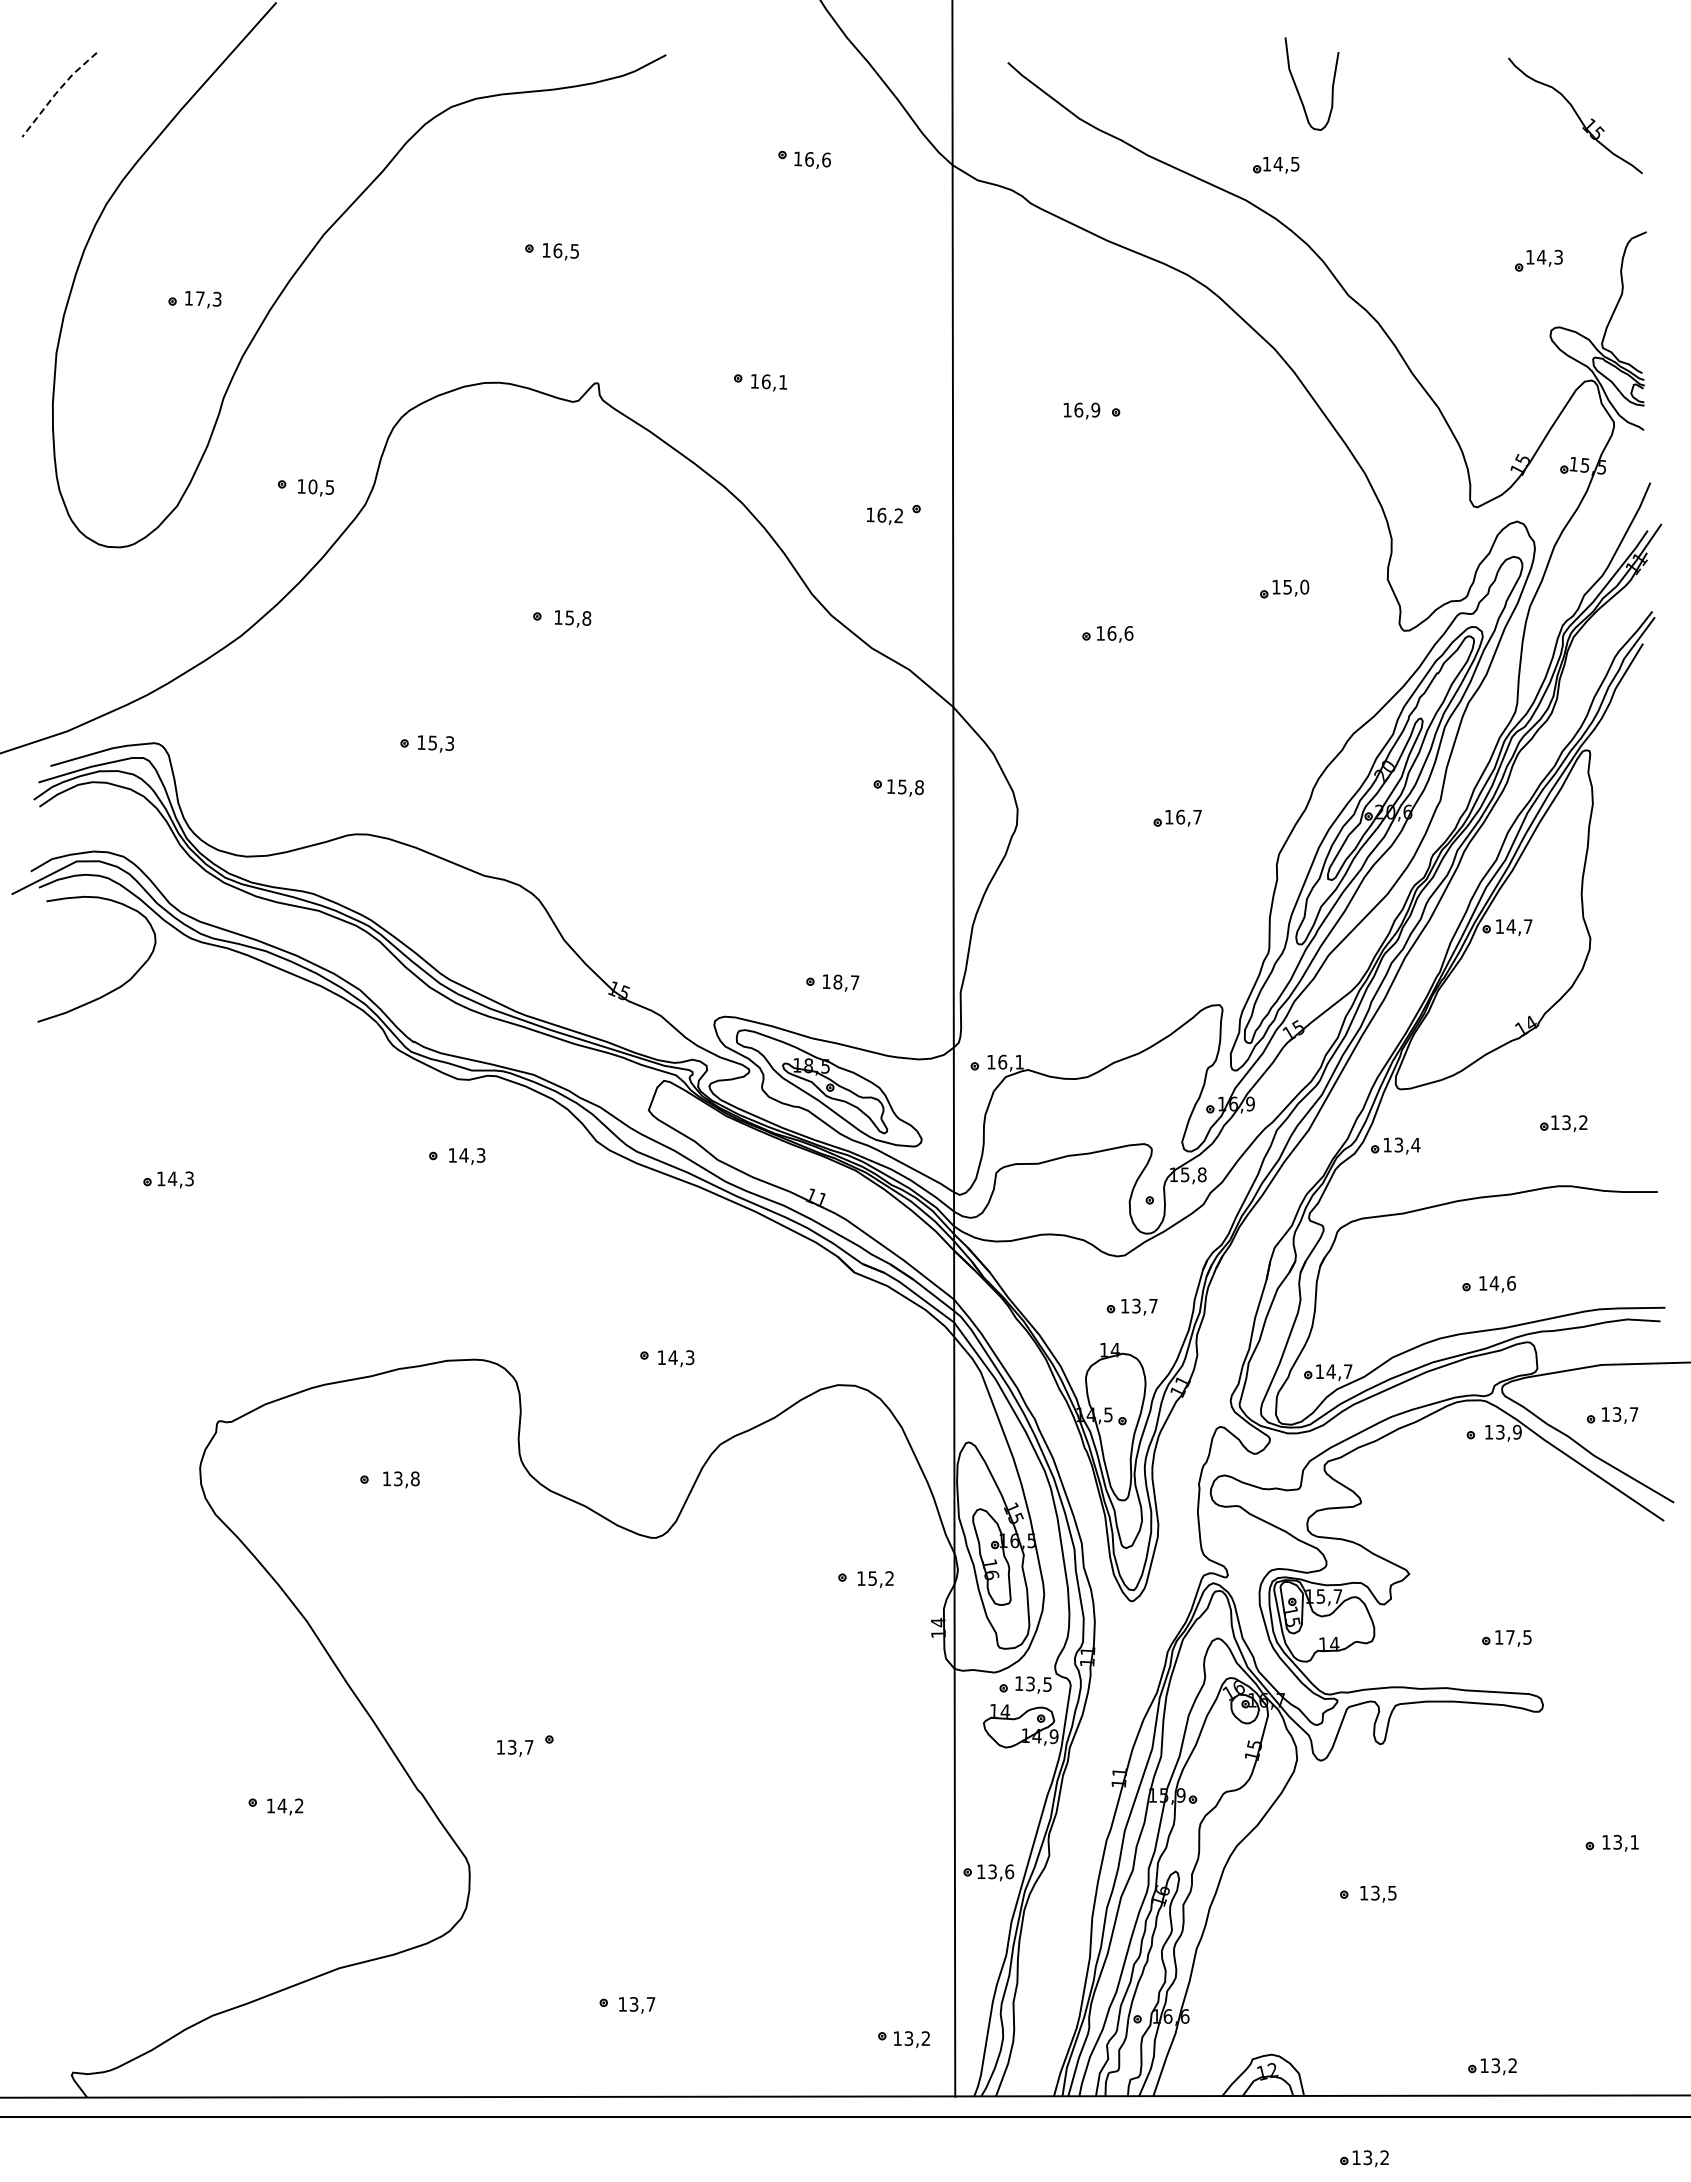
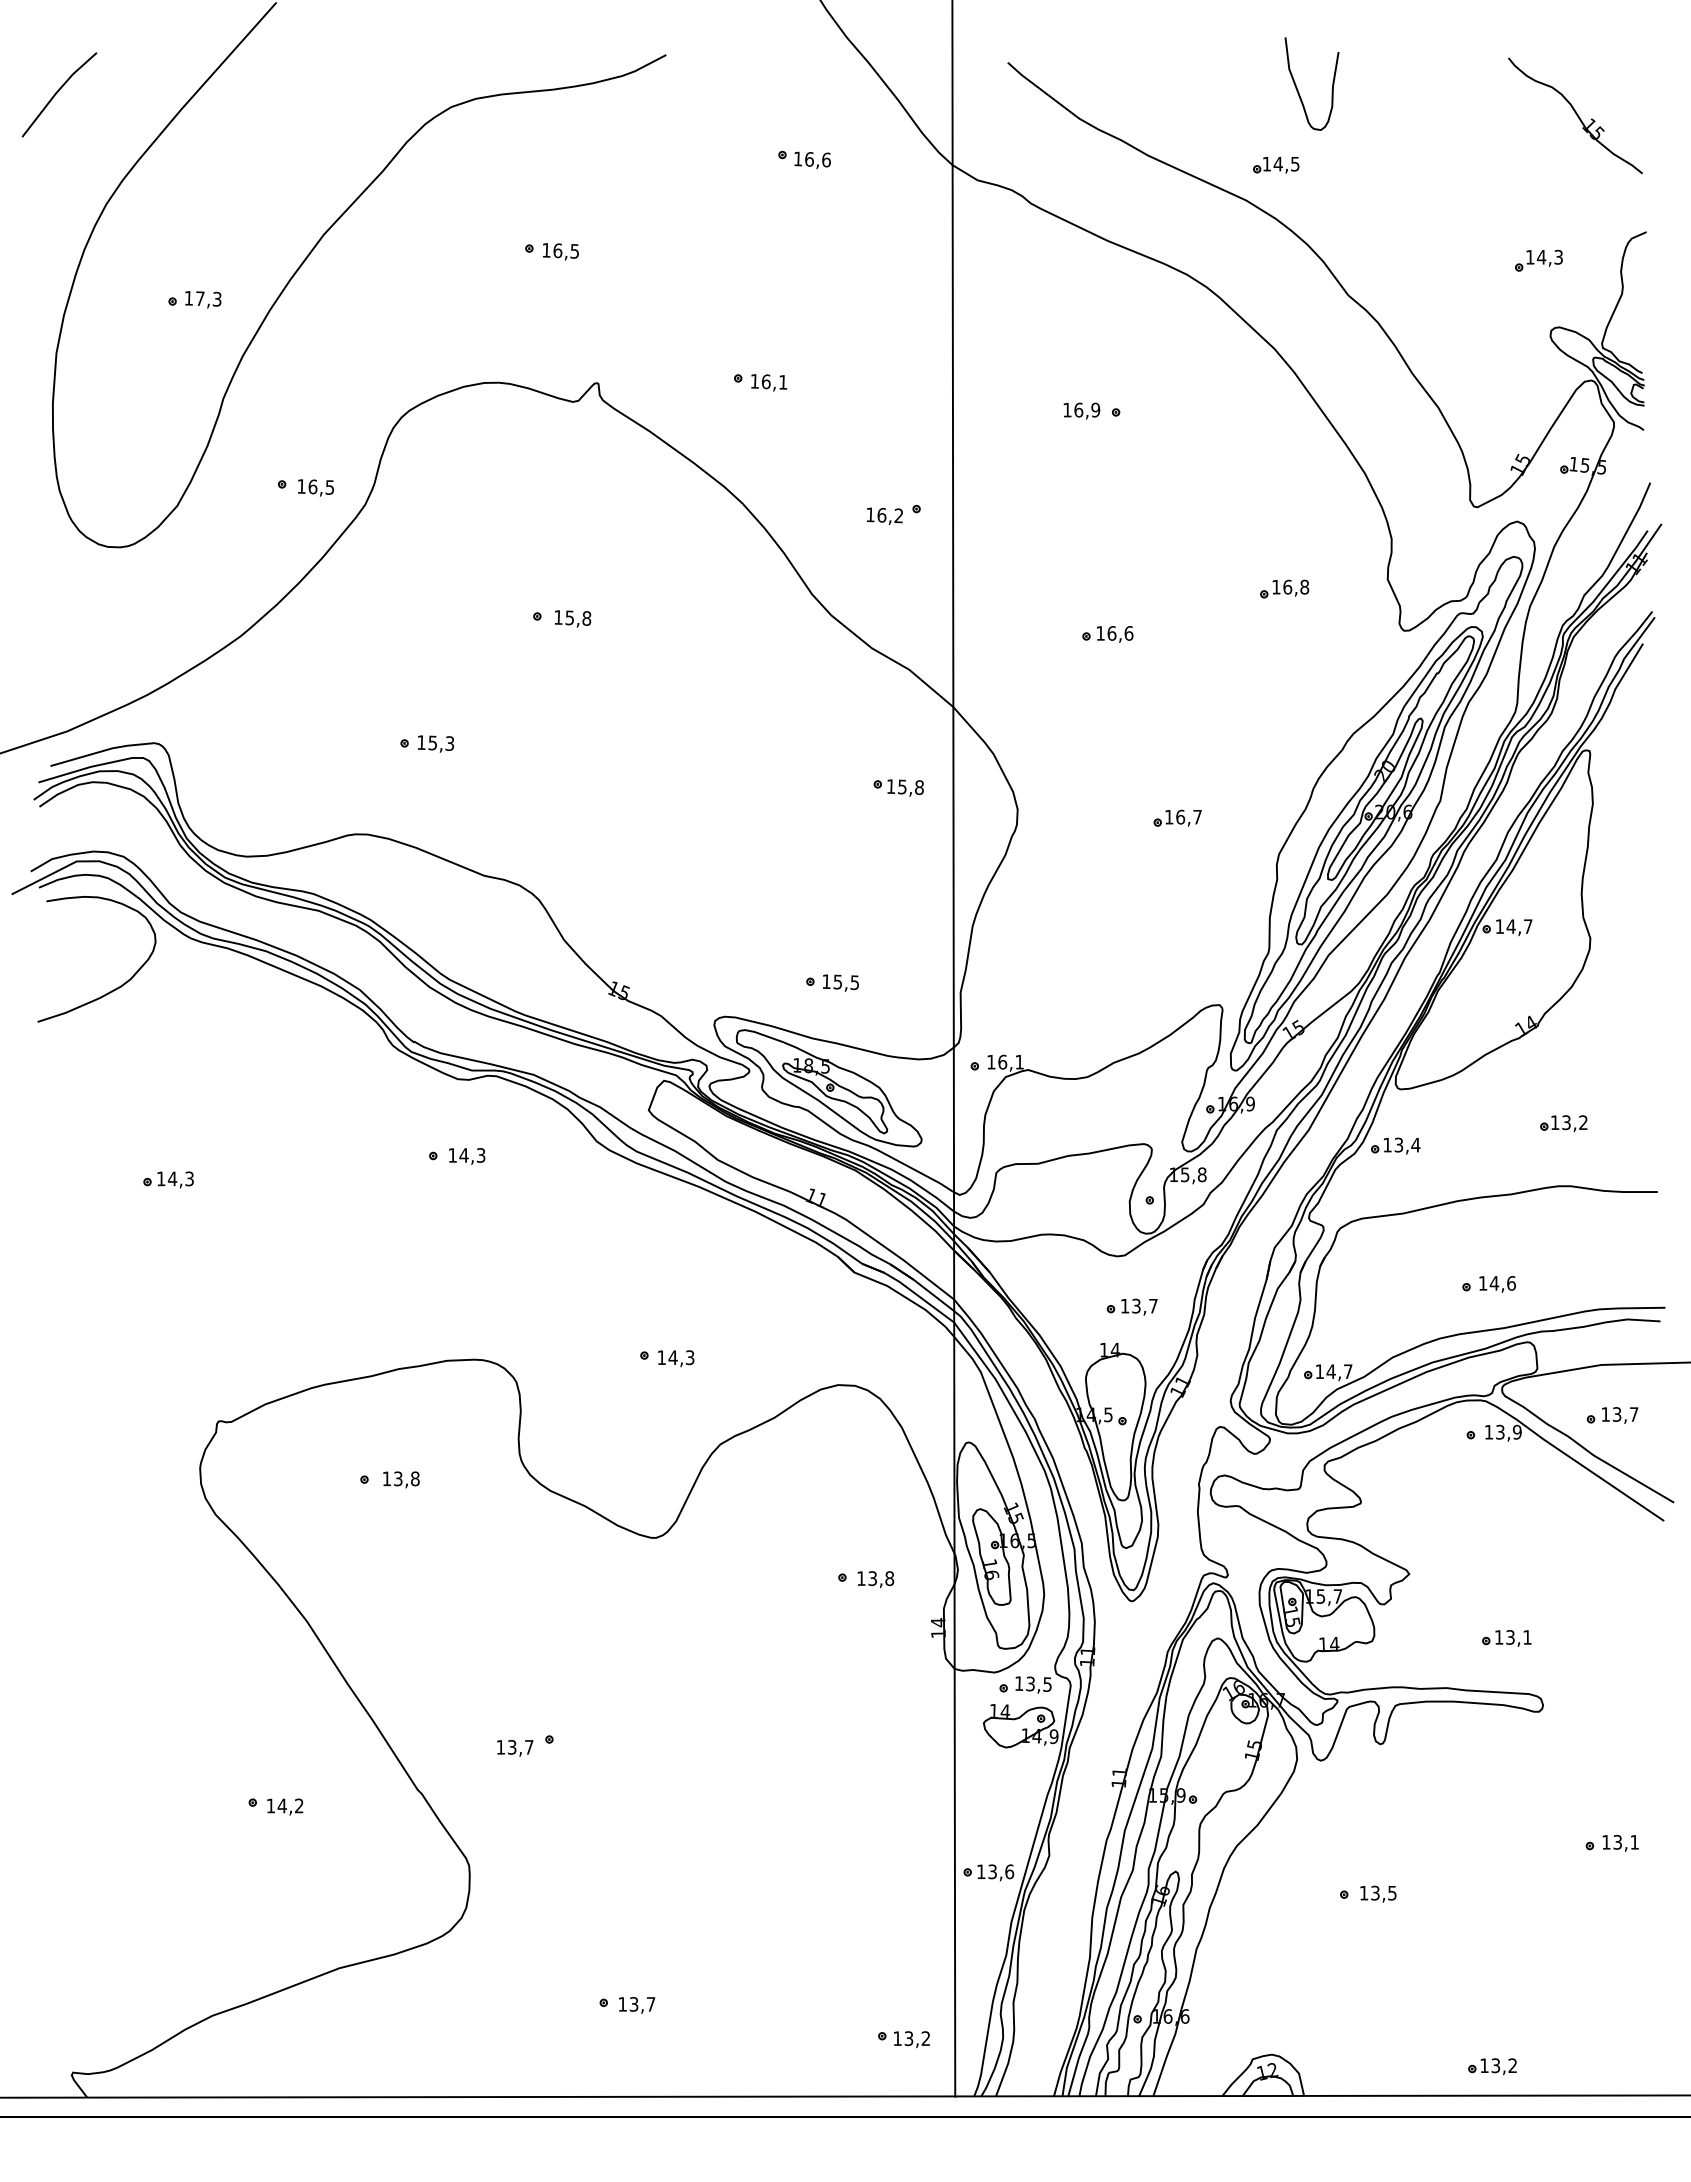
line at (57, 92): dashed -> solid
text at (312, 486): 10,5 -> 16,5
text at (1296, 586): 15,0 -> 16,8
text at (846, 982): 18,7 -> 15,5
text at (881, 1578): 15,2 -> 13,8
text at (1518, 1637): 17,5 -> 13,1
part at (1364, 2158): present -> none
